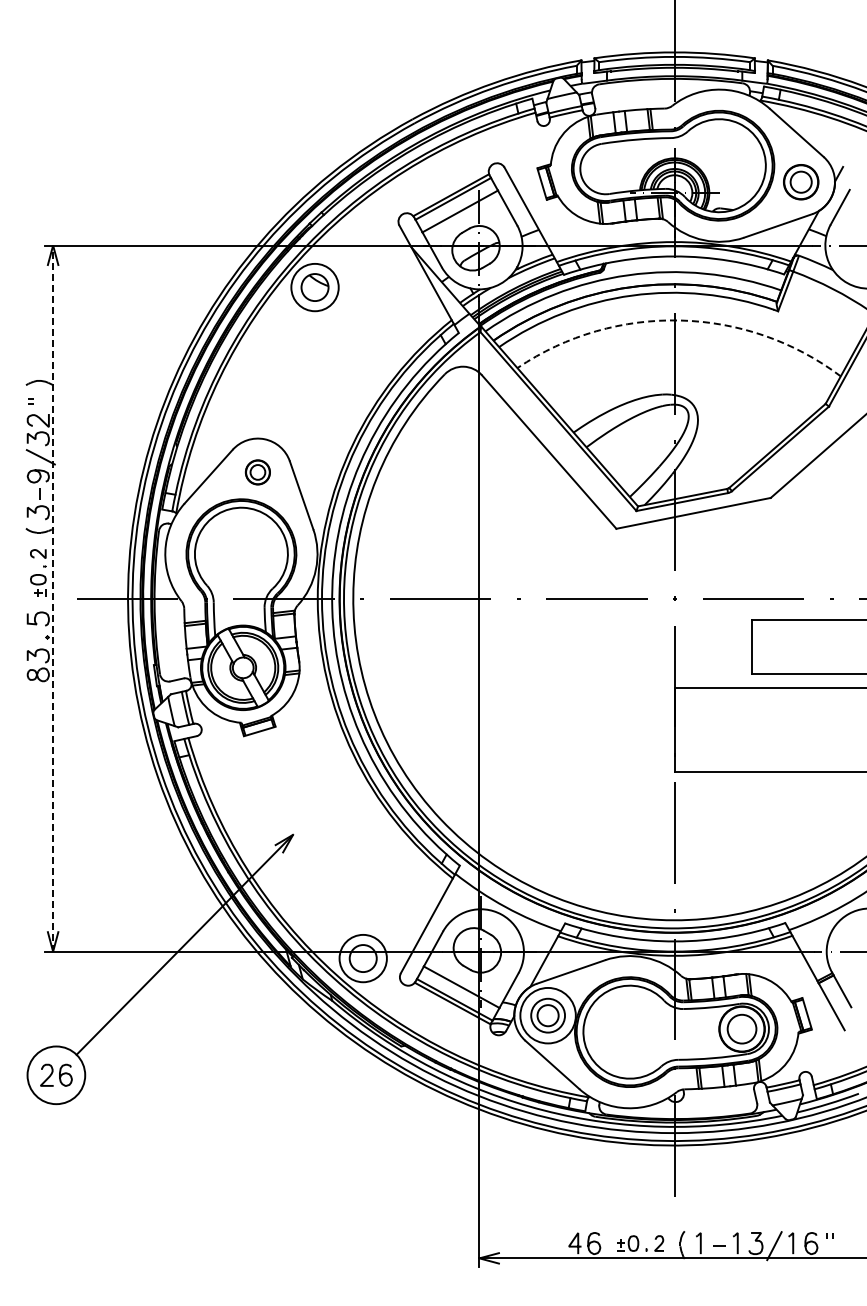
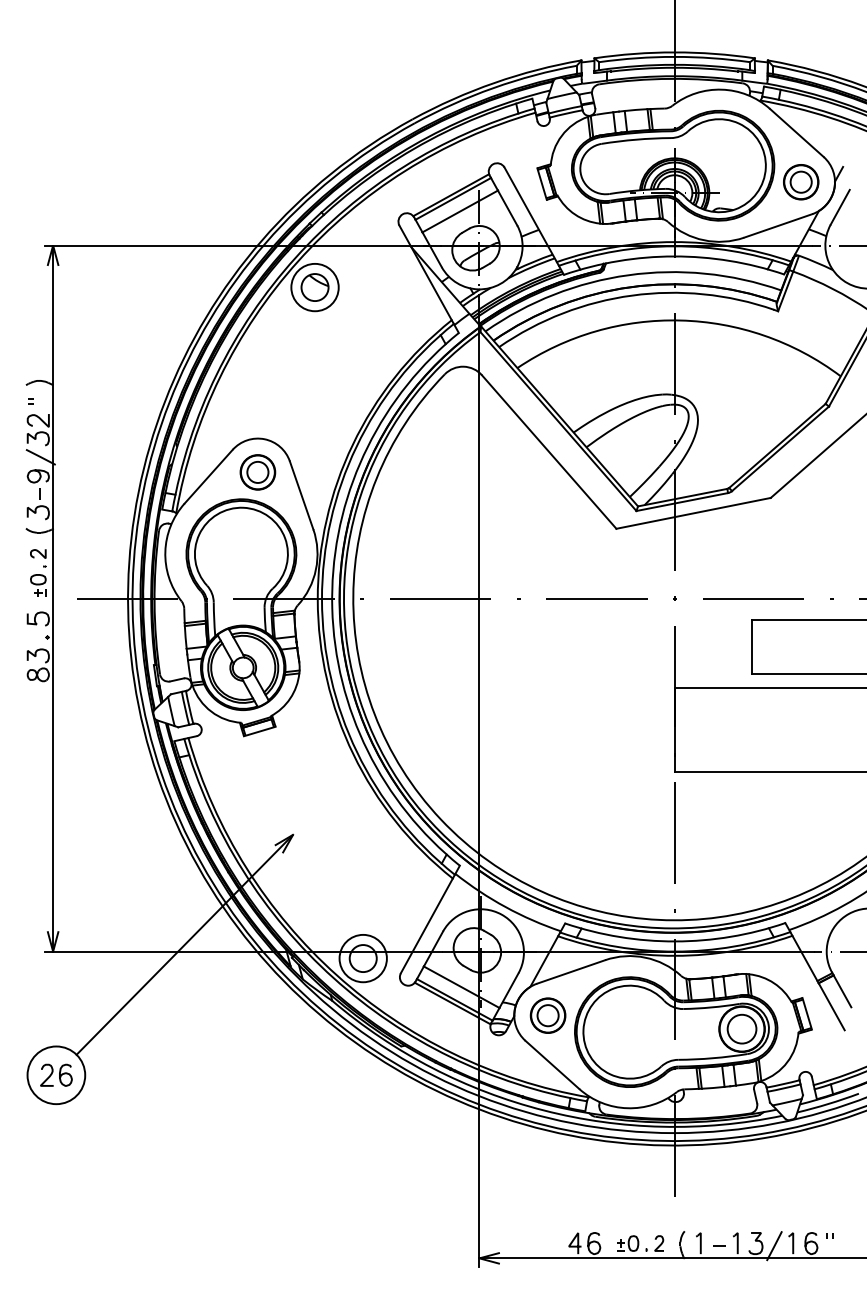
arc at (680, 320): dashed -> solid
part at (257, 472) size: 27x27 px -> 38x37 px
line at (53, 598): dashed -> solid
circle at (547, 1015) diameter: 55 px -> 35 px
